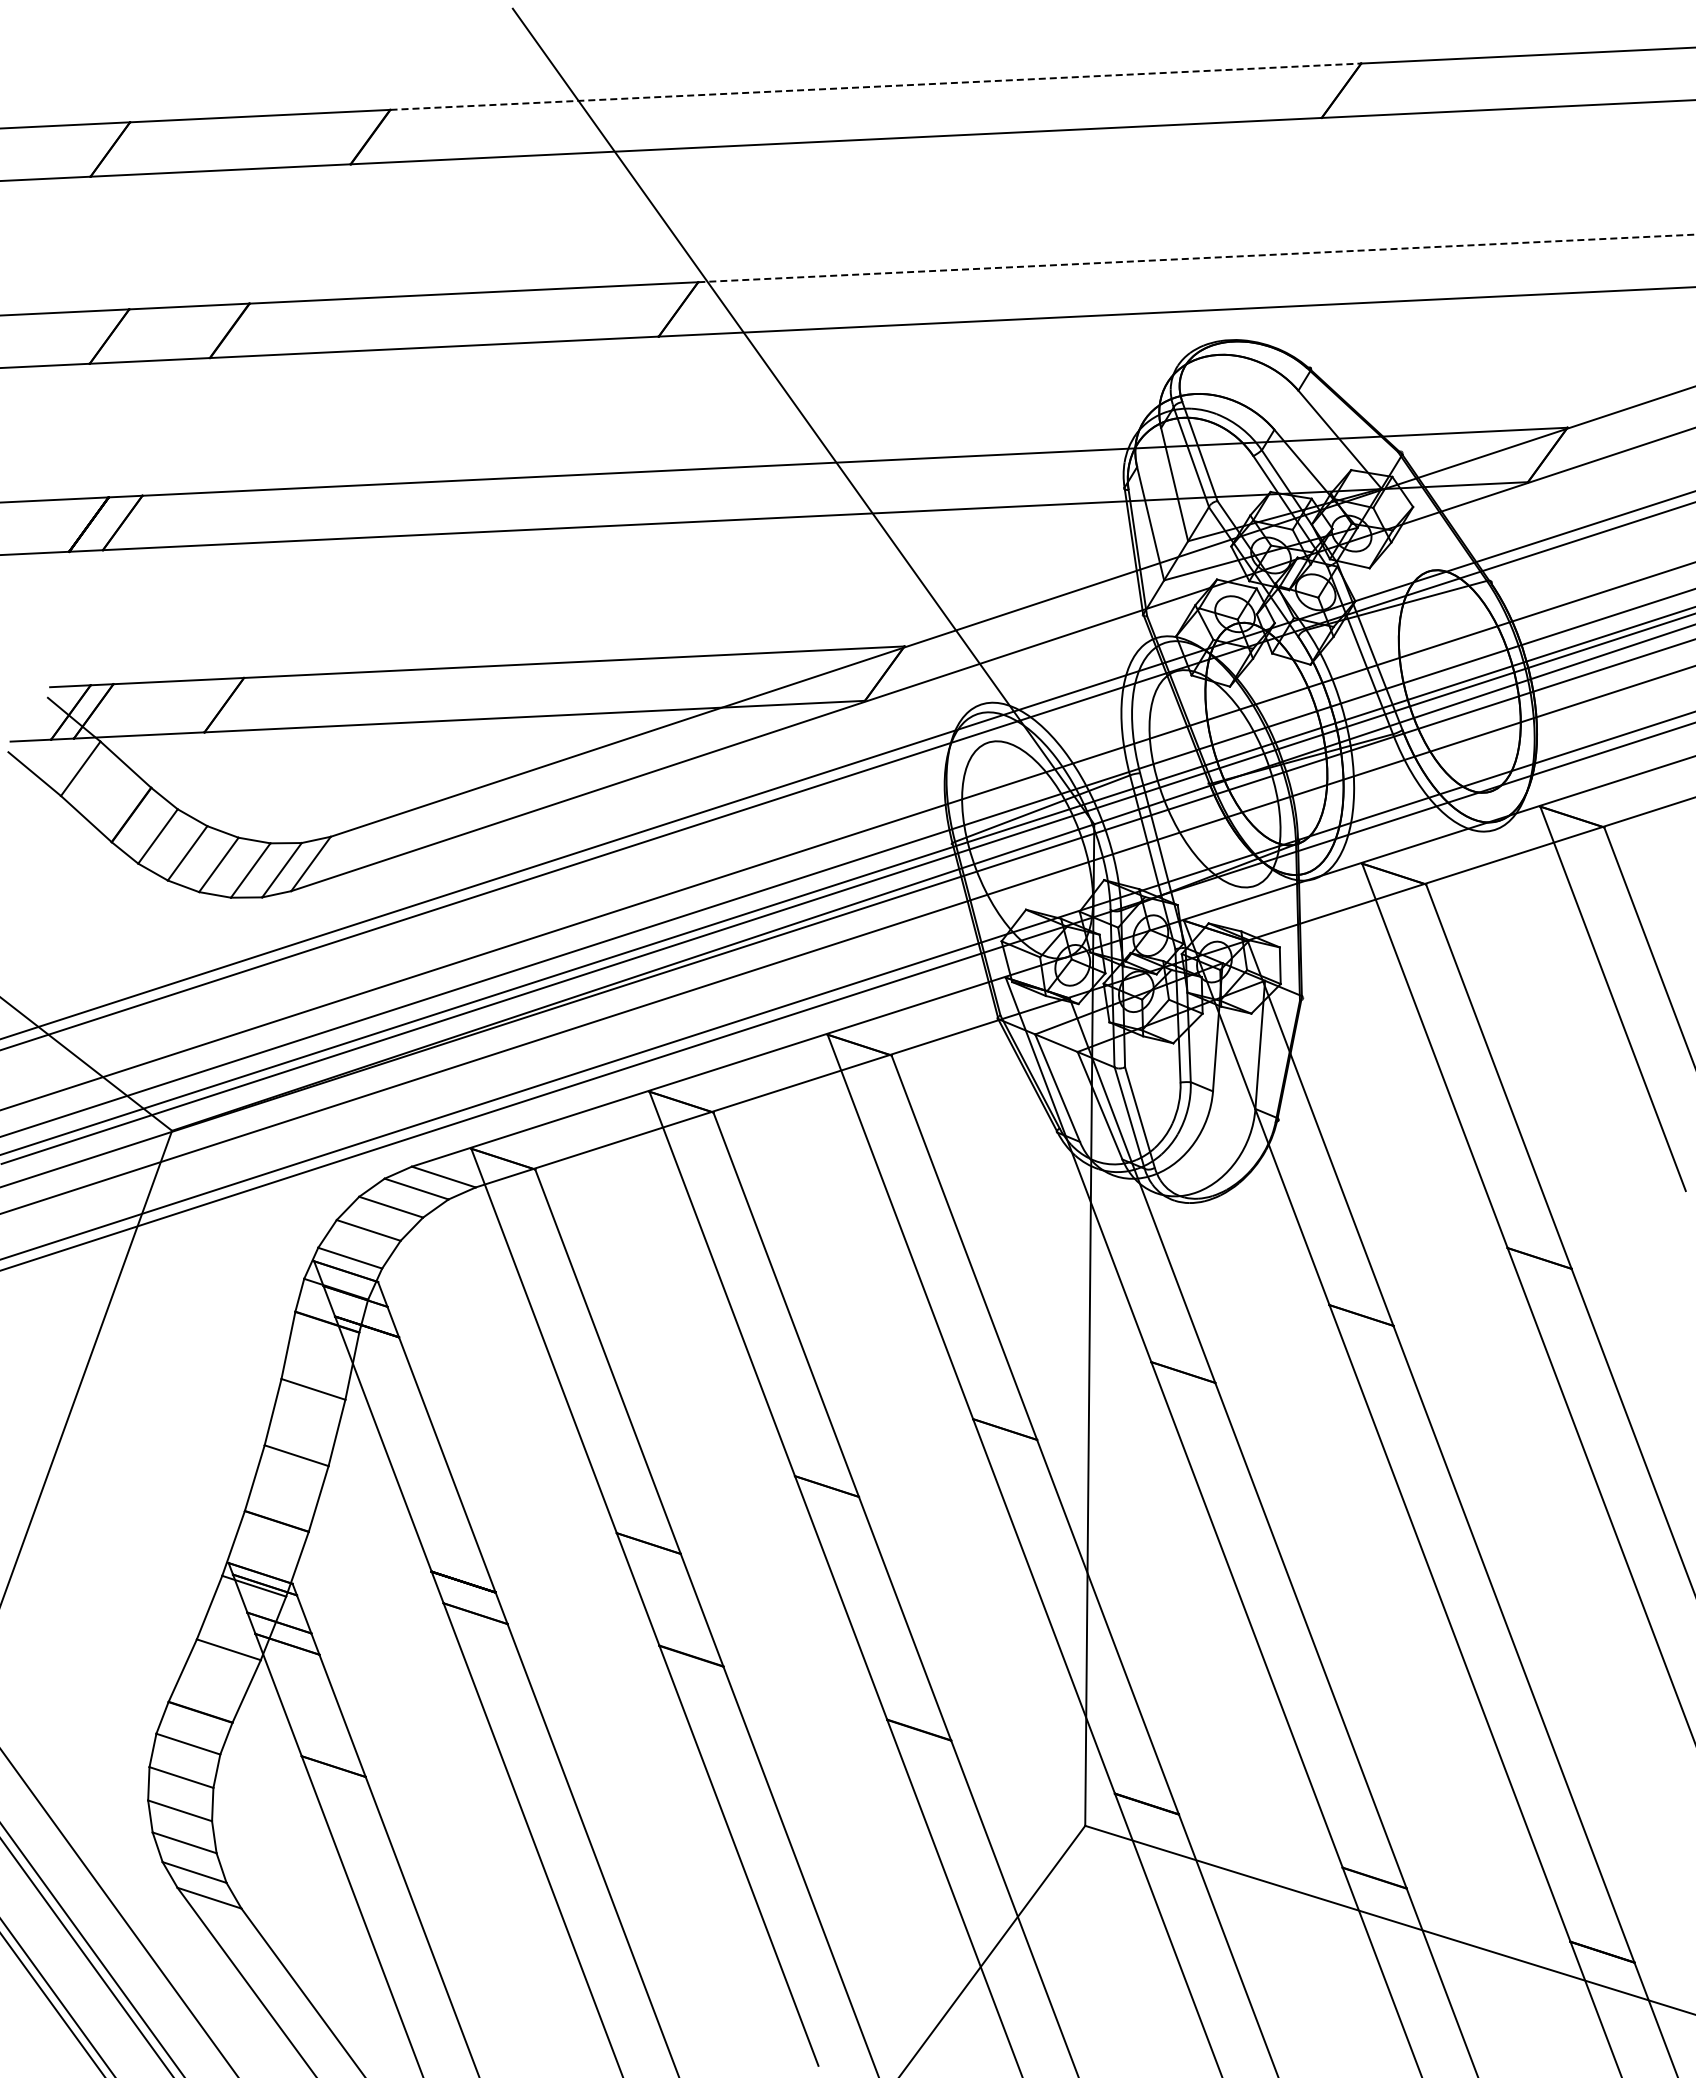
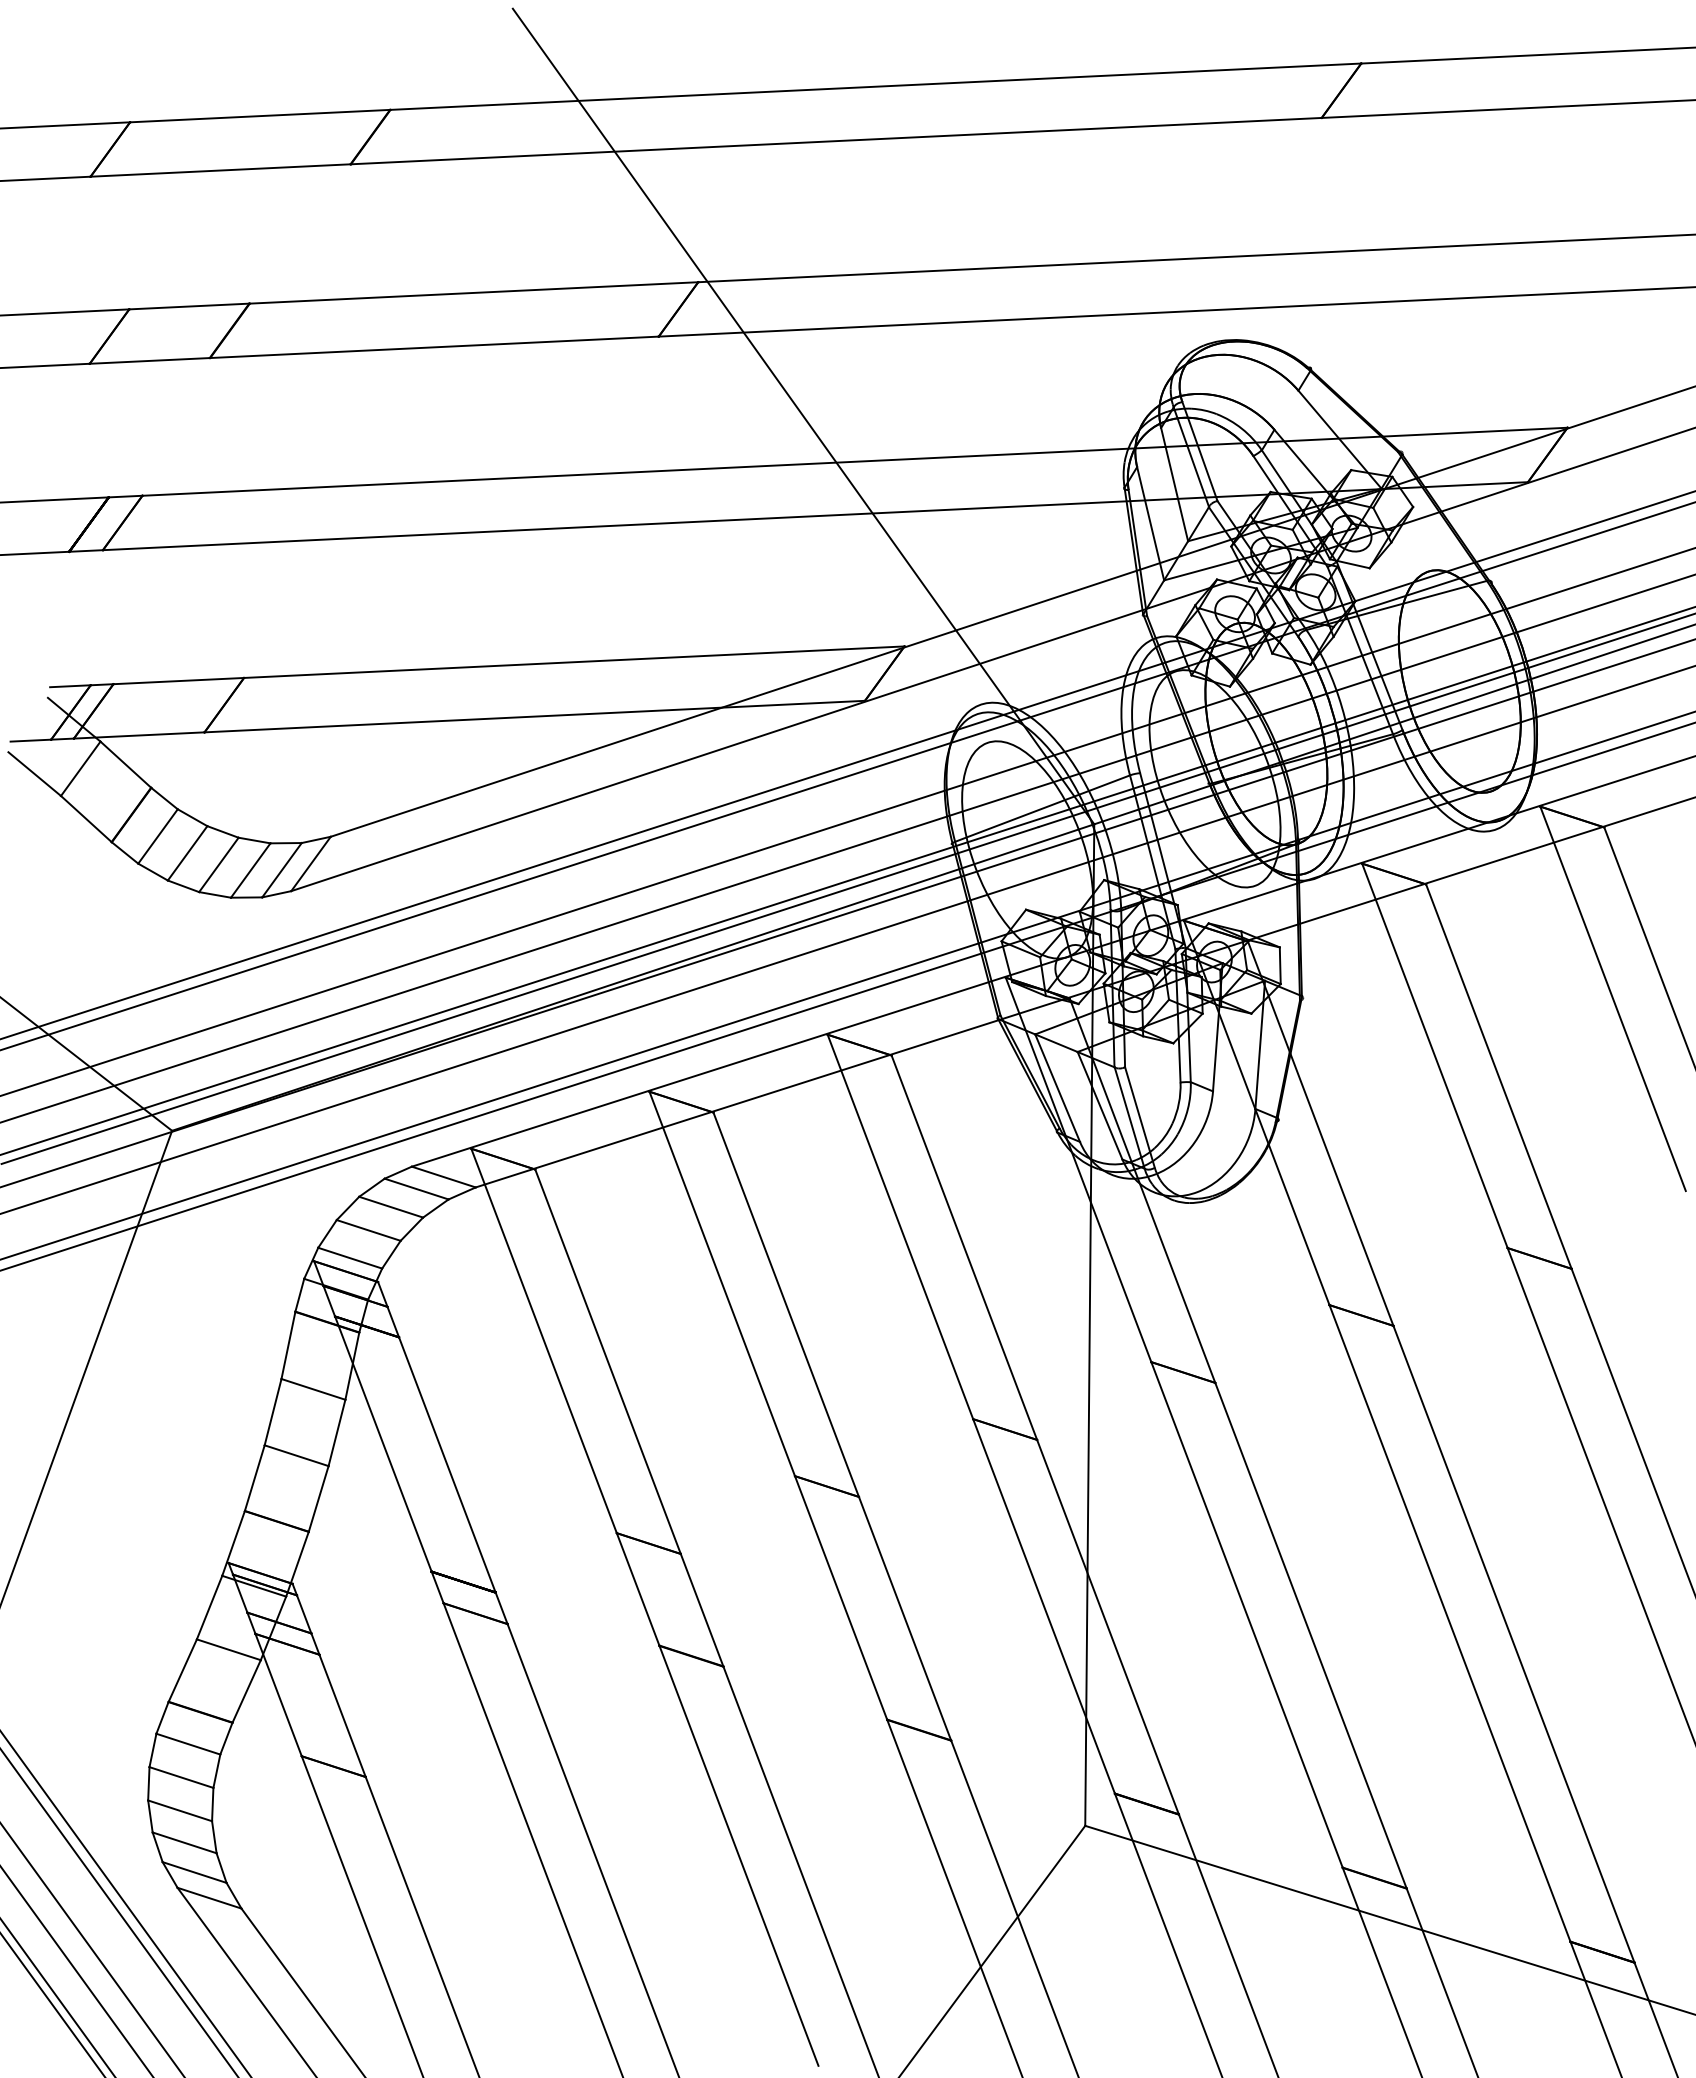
line at (875, 86): dashed -> solid
line at (1196, 258): dashed -> solid
line at (847, 836) position: (847, 836) -> (847, 822)
line at (847, 862) position: (847, 862) -> (847, 848)
line at (125, 1903): none -> present
line at (86, 1957) position: (86, 1957) -> (76, 1971)
